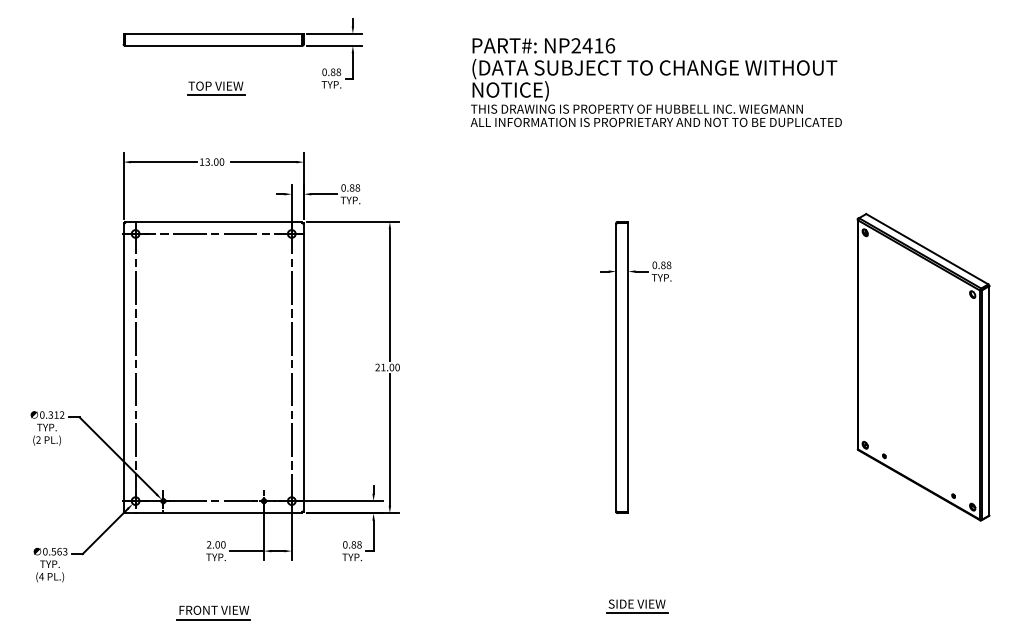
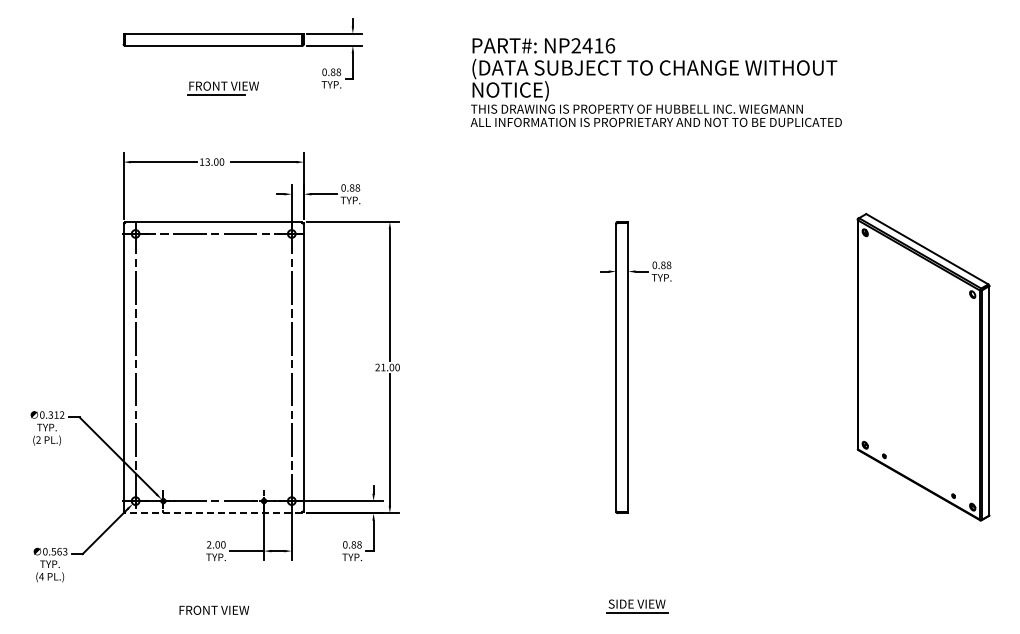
text at (223, 85): TOP VIEW -> FRONT VIEW
line at (213, 513): solid -> dashed
line at (213, 619): present -> none
